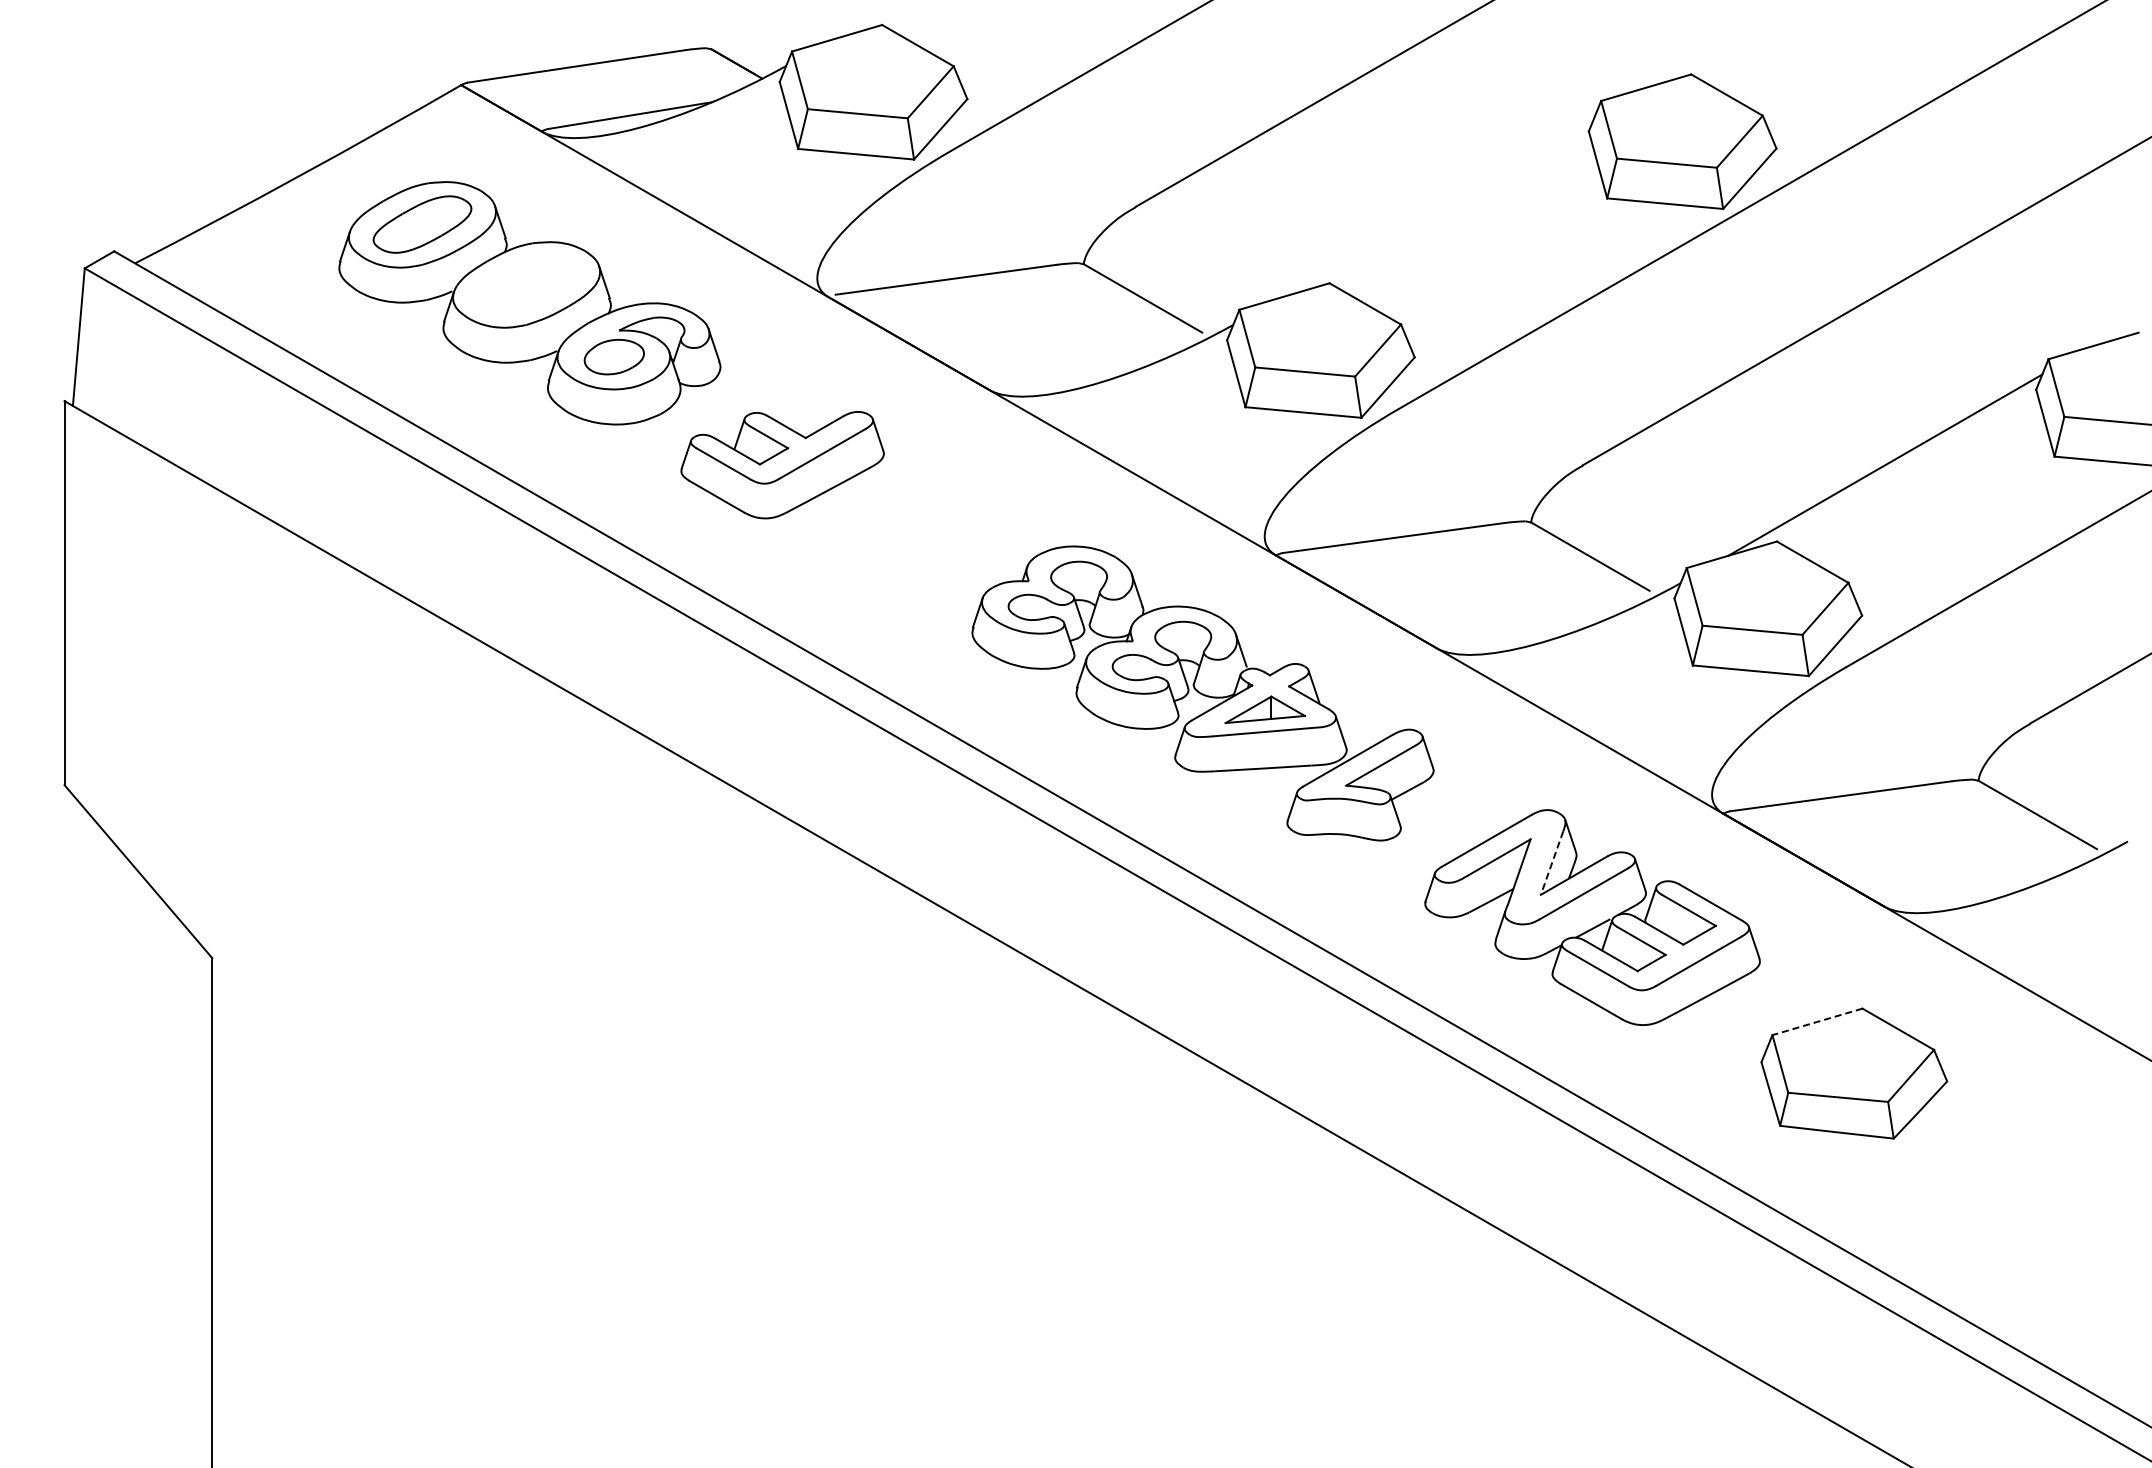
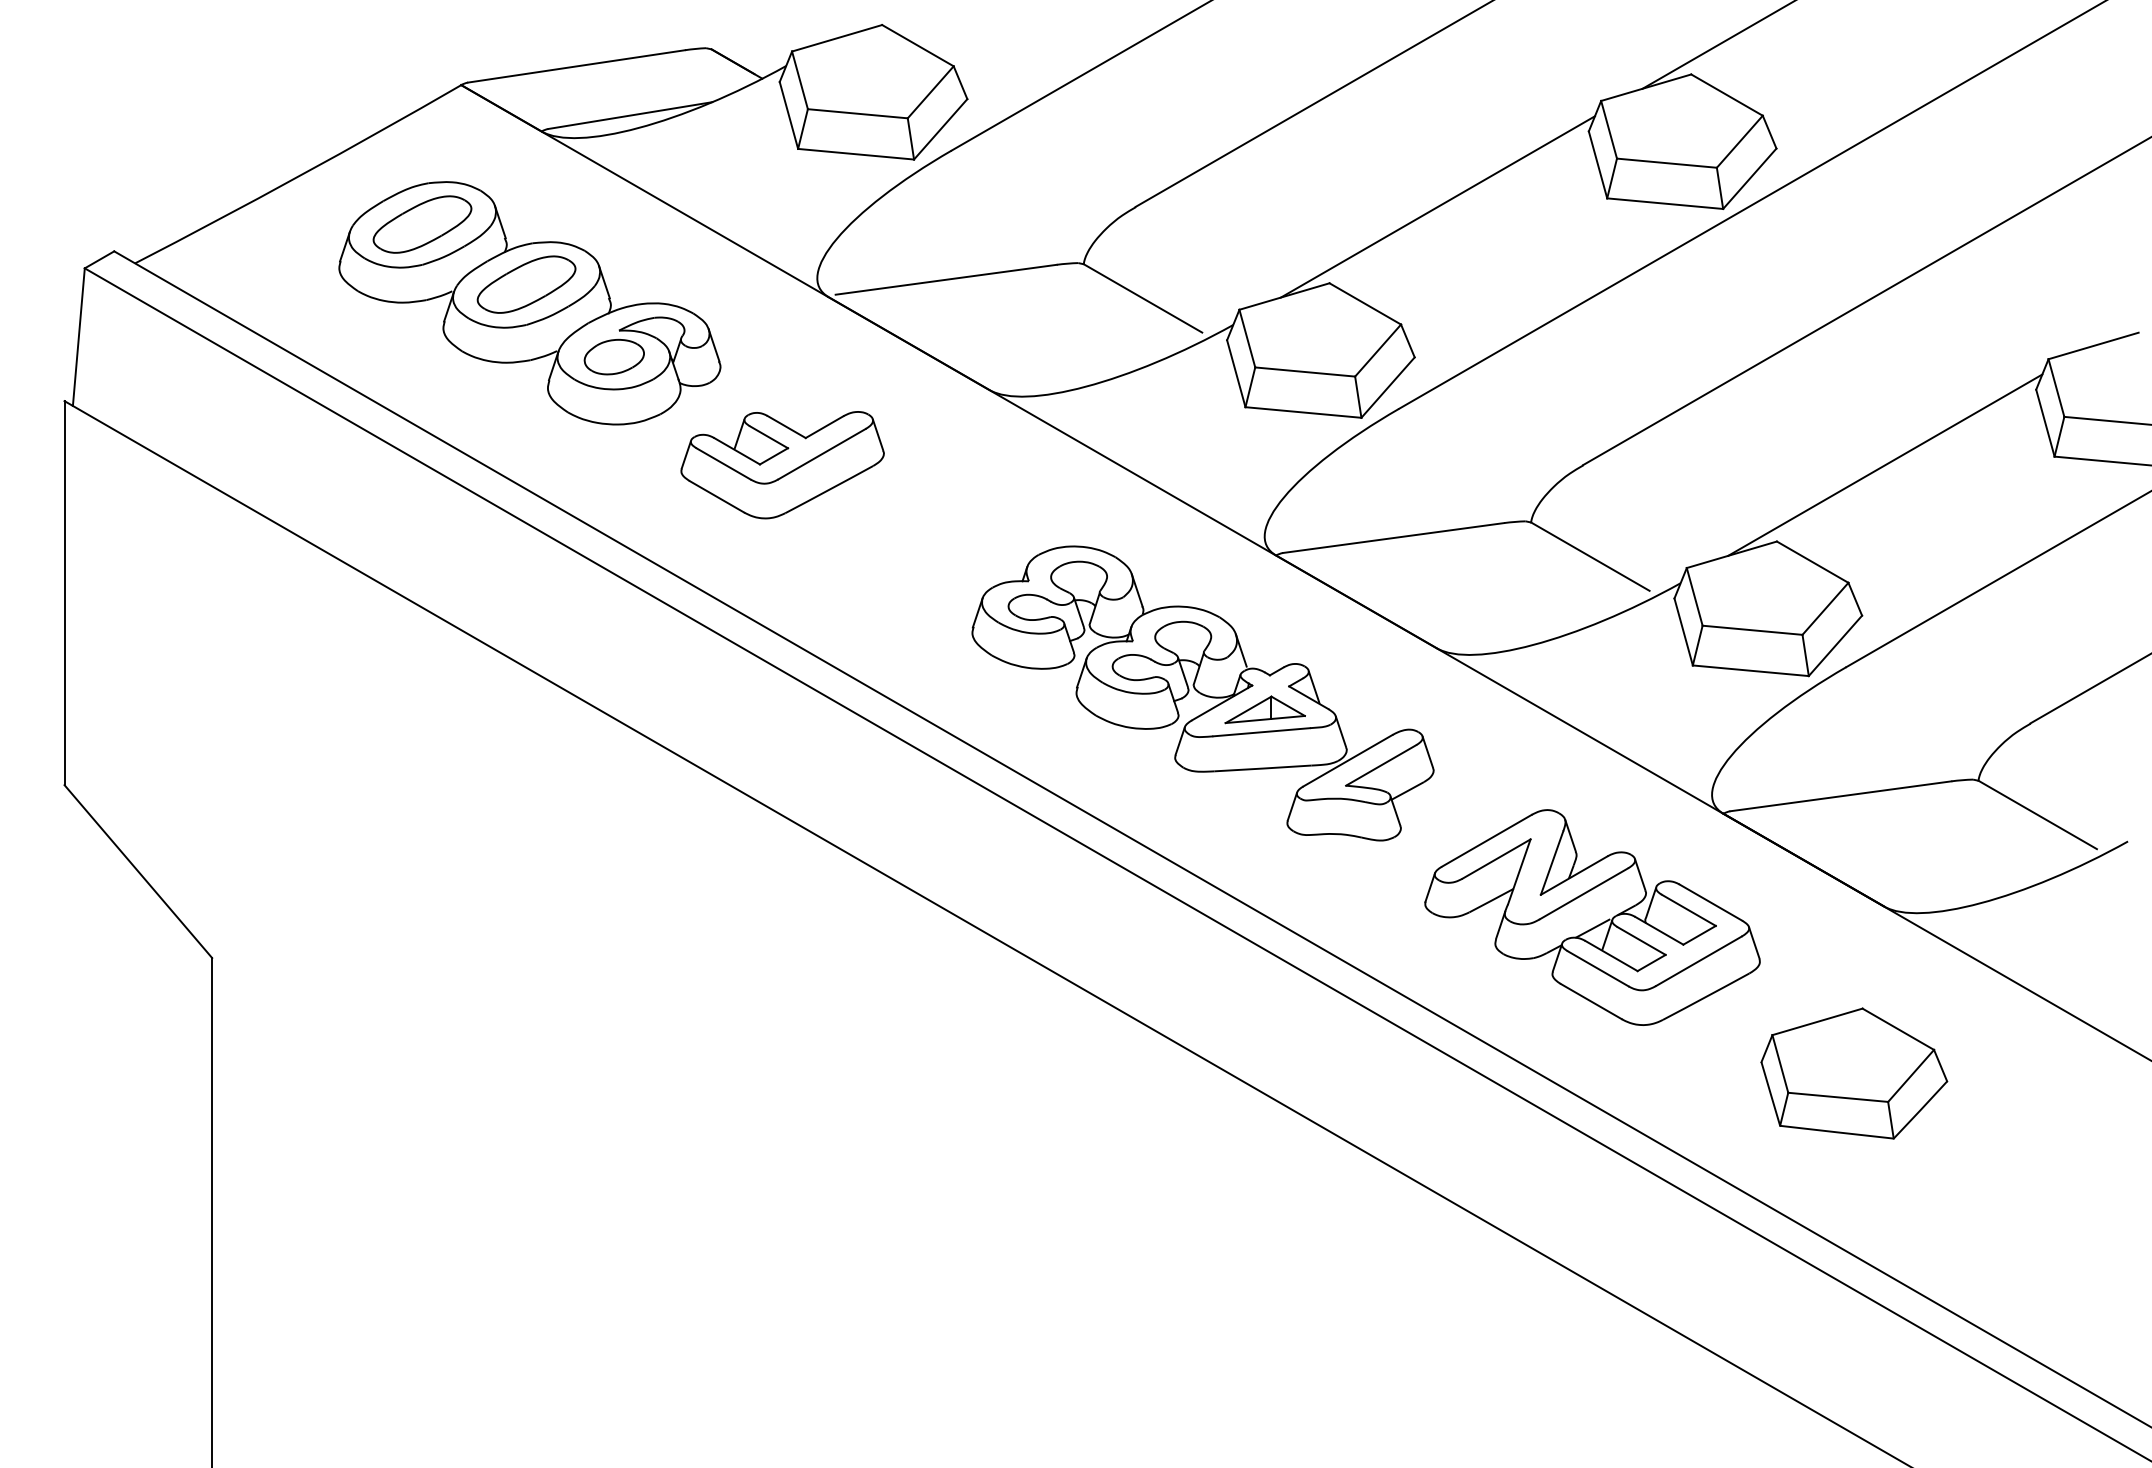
line at (1717, 45): none -> present
line at (1437, 206): none -> present
part at (526, 284): none -> present
line at (1552, 863): dashed -> solid
line at (1817, 1021): dashed -> solid
